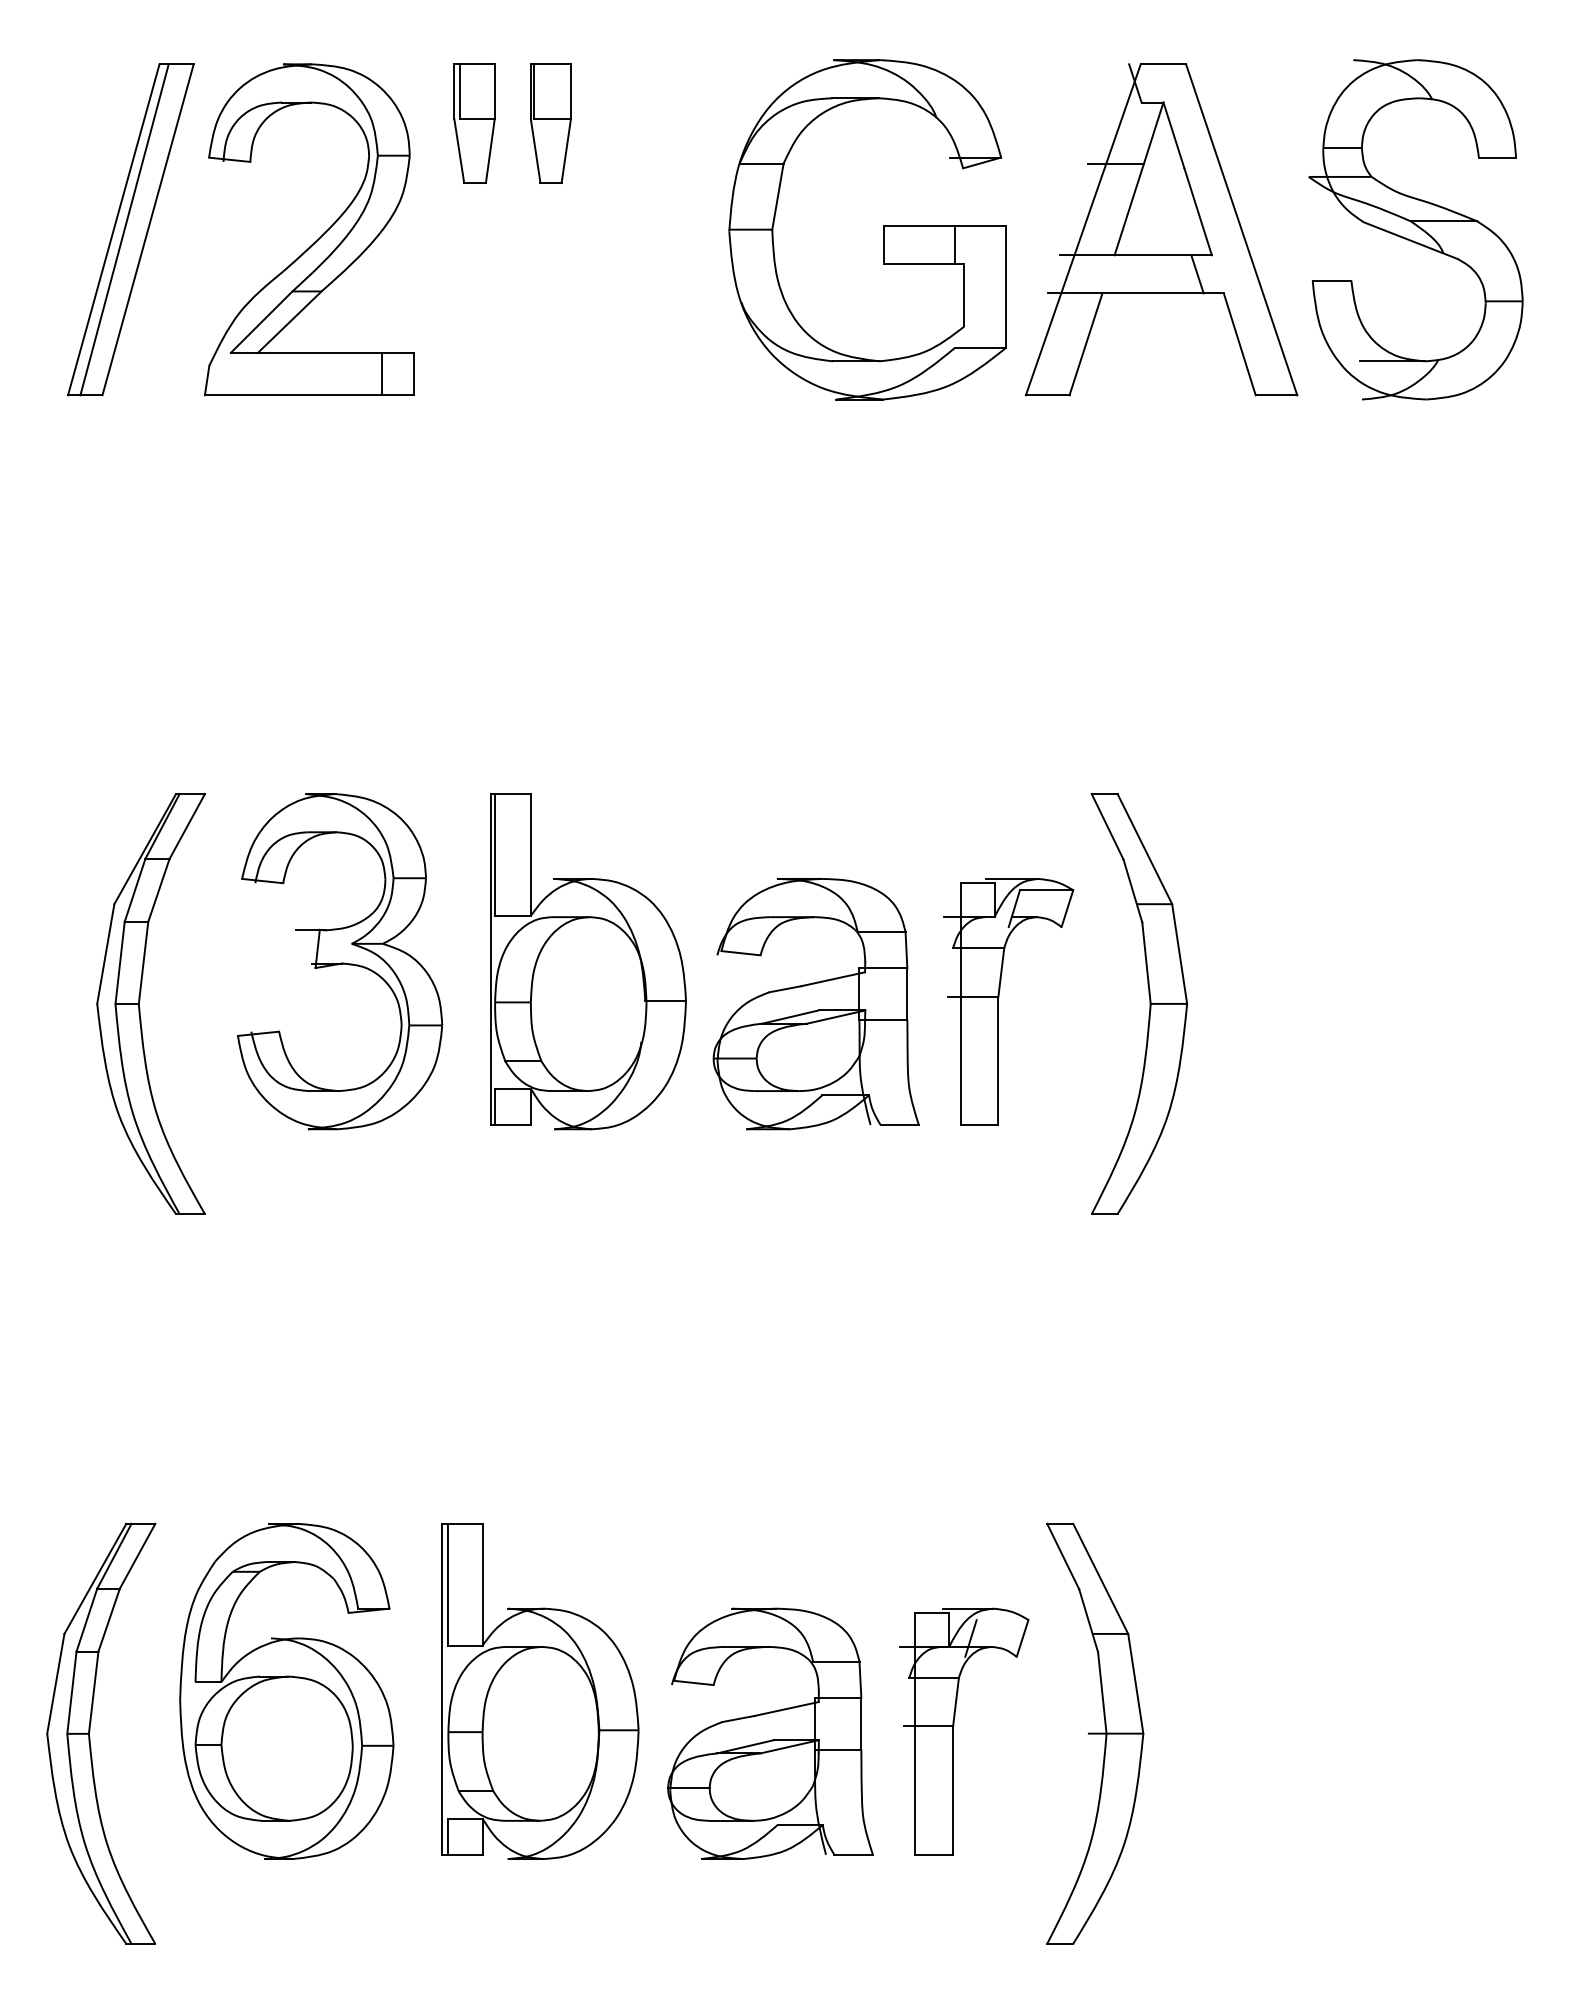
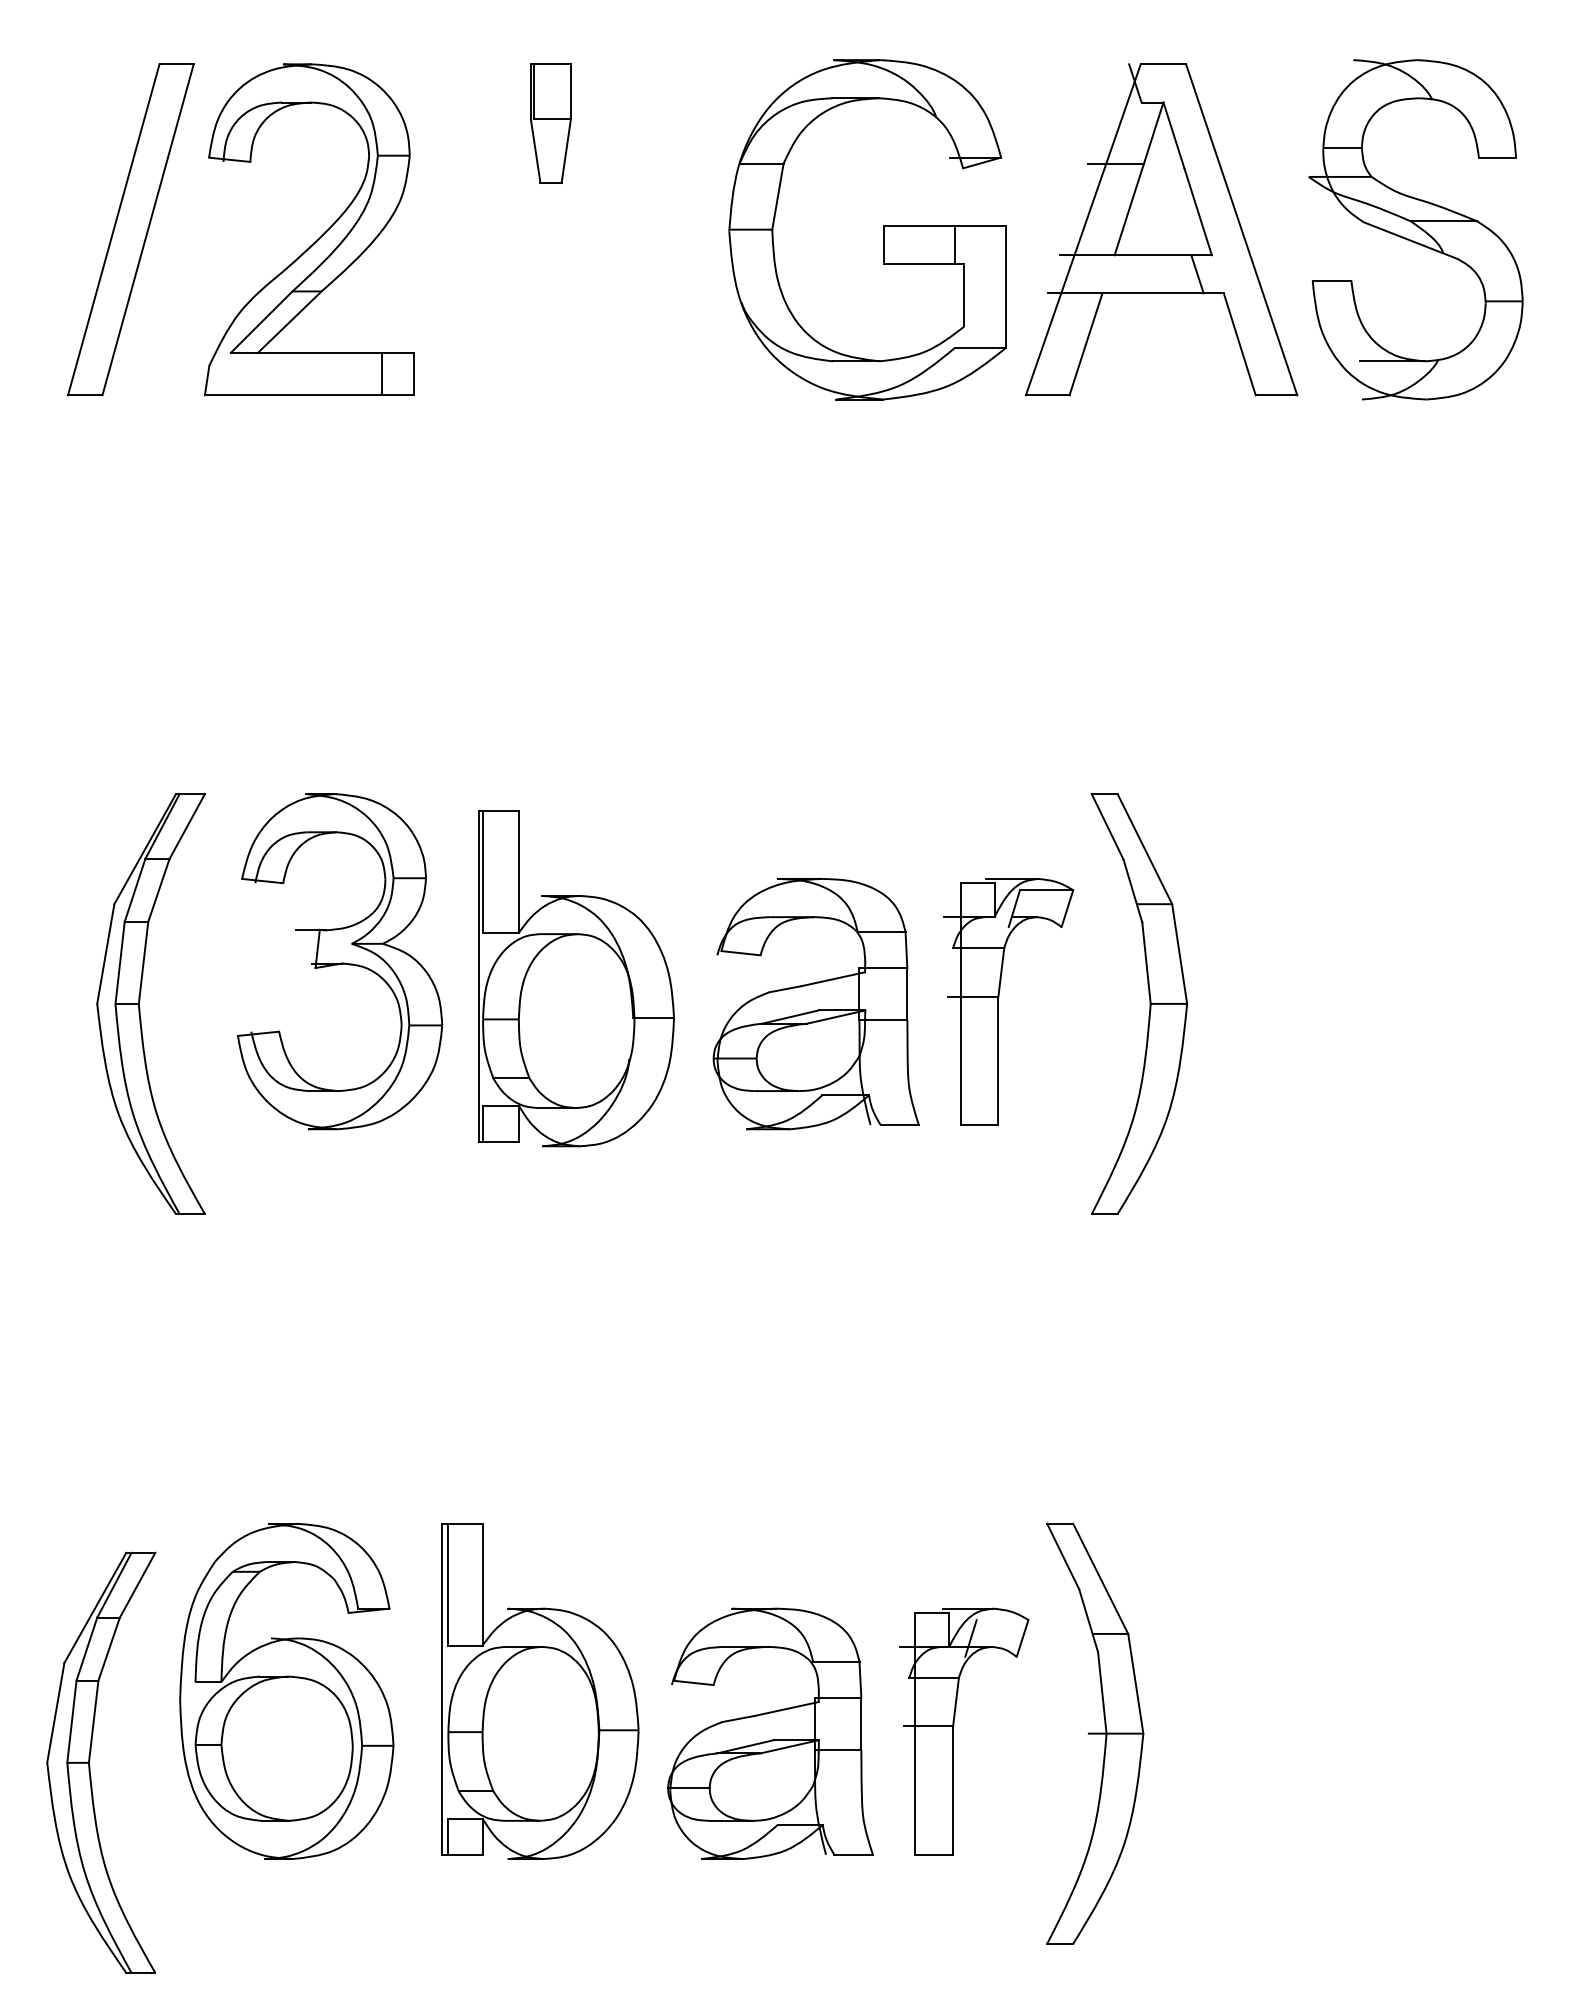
part at (474, 123): present -> none
line at (124, 229): present -> none
part at (588, 961) position: (588, 961) -> (576, 978)
part at (90, 1731) position: (90, 1731) -> (90, 1760)
